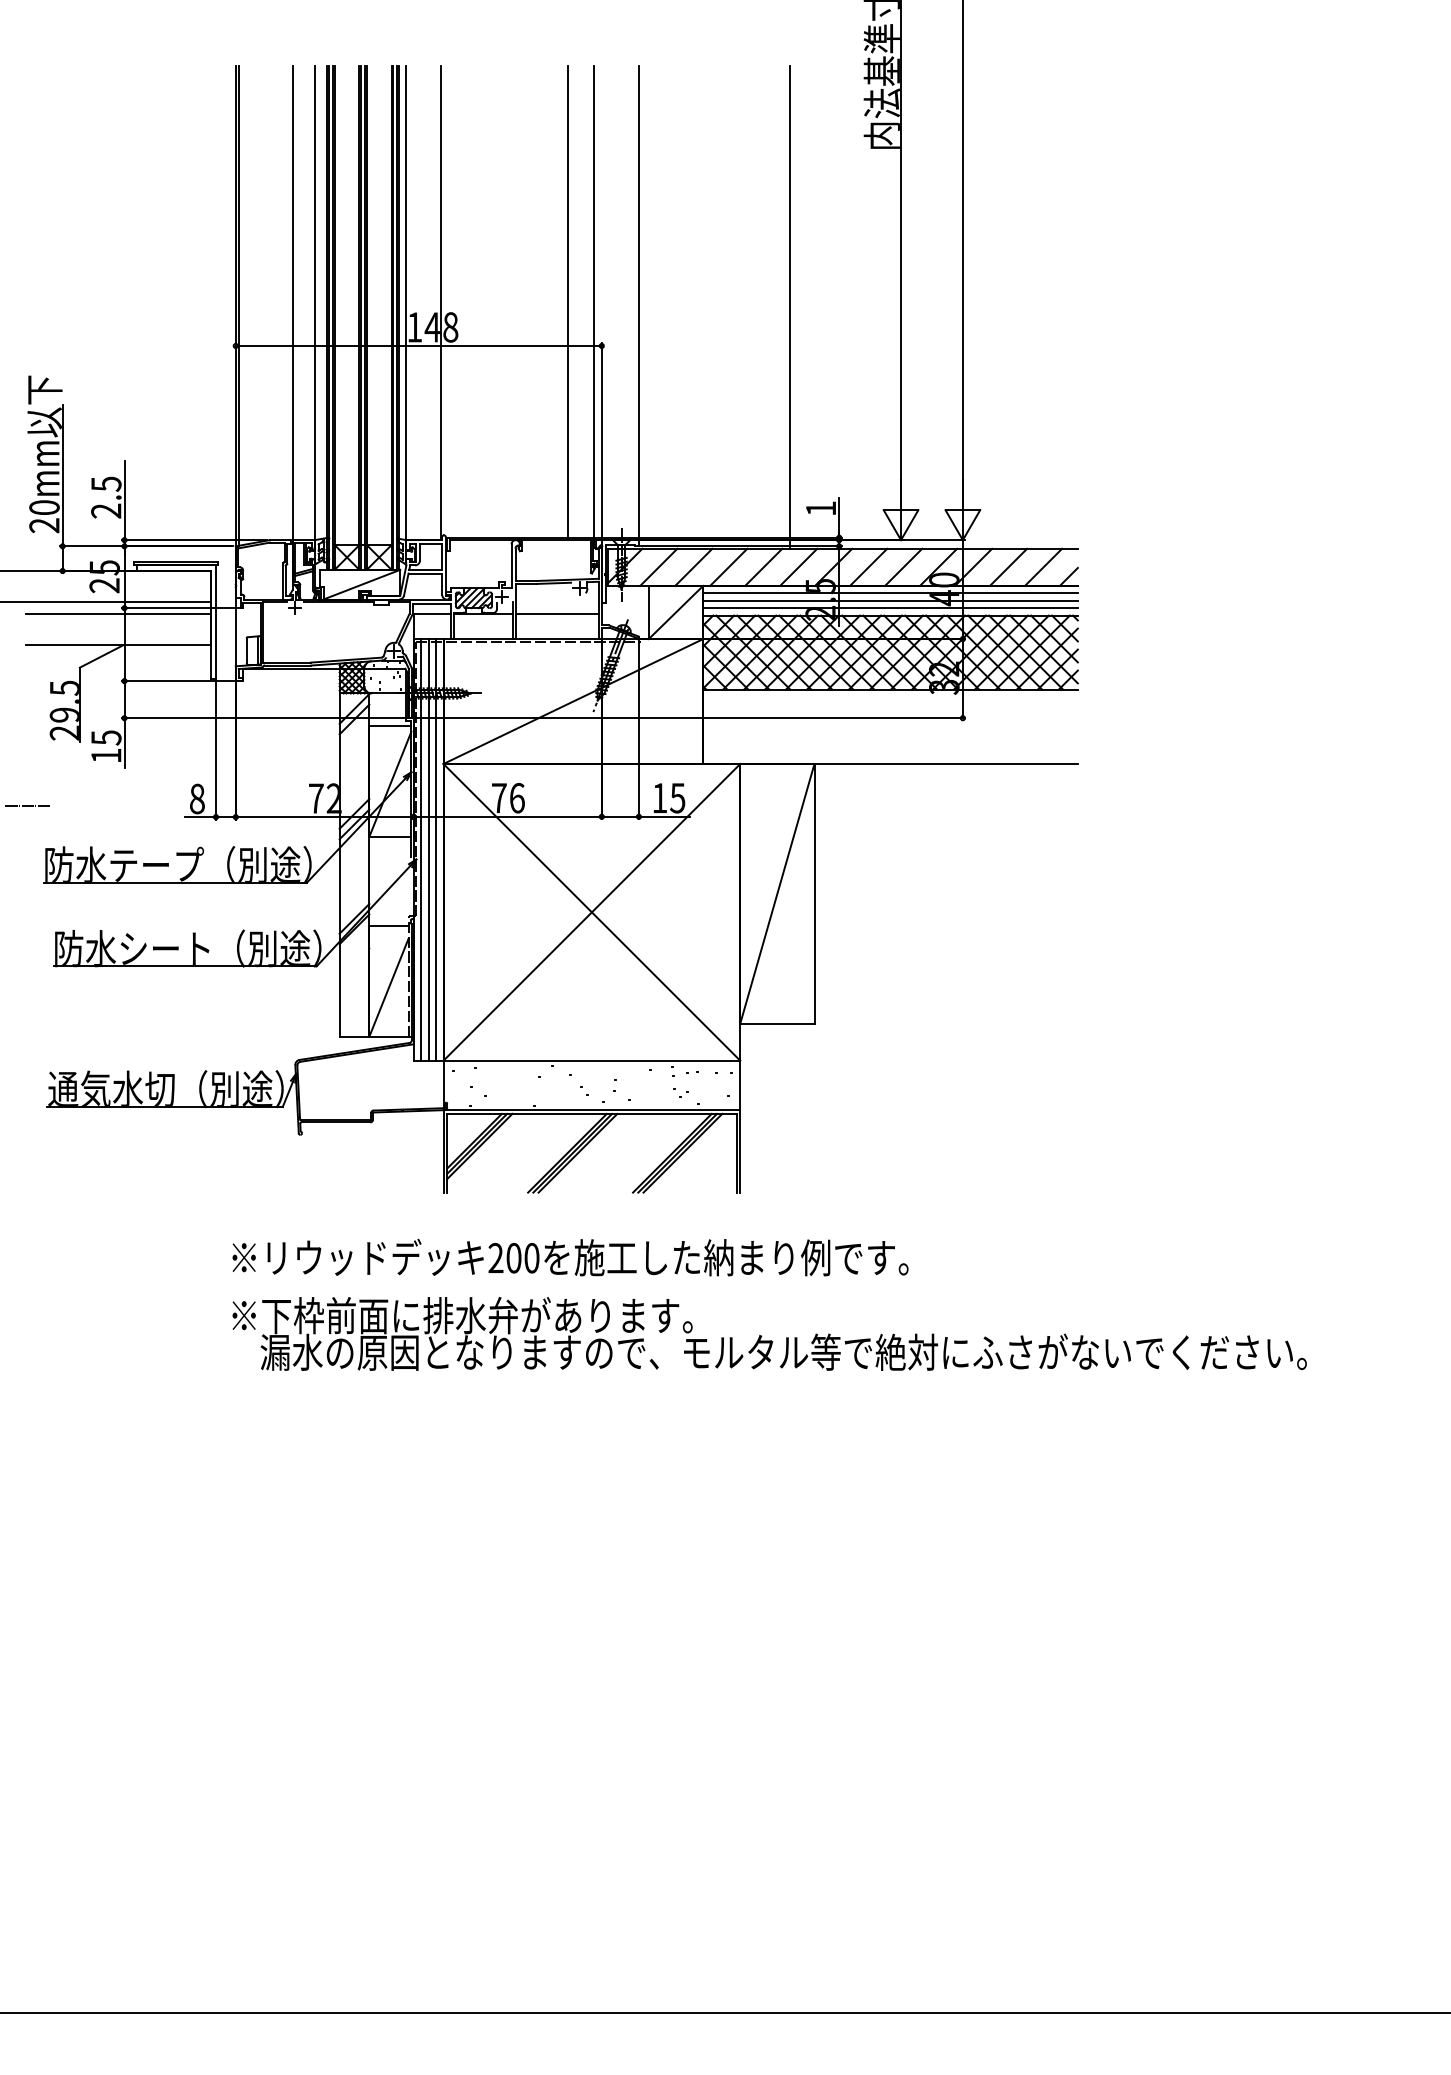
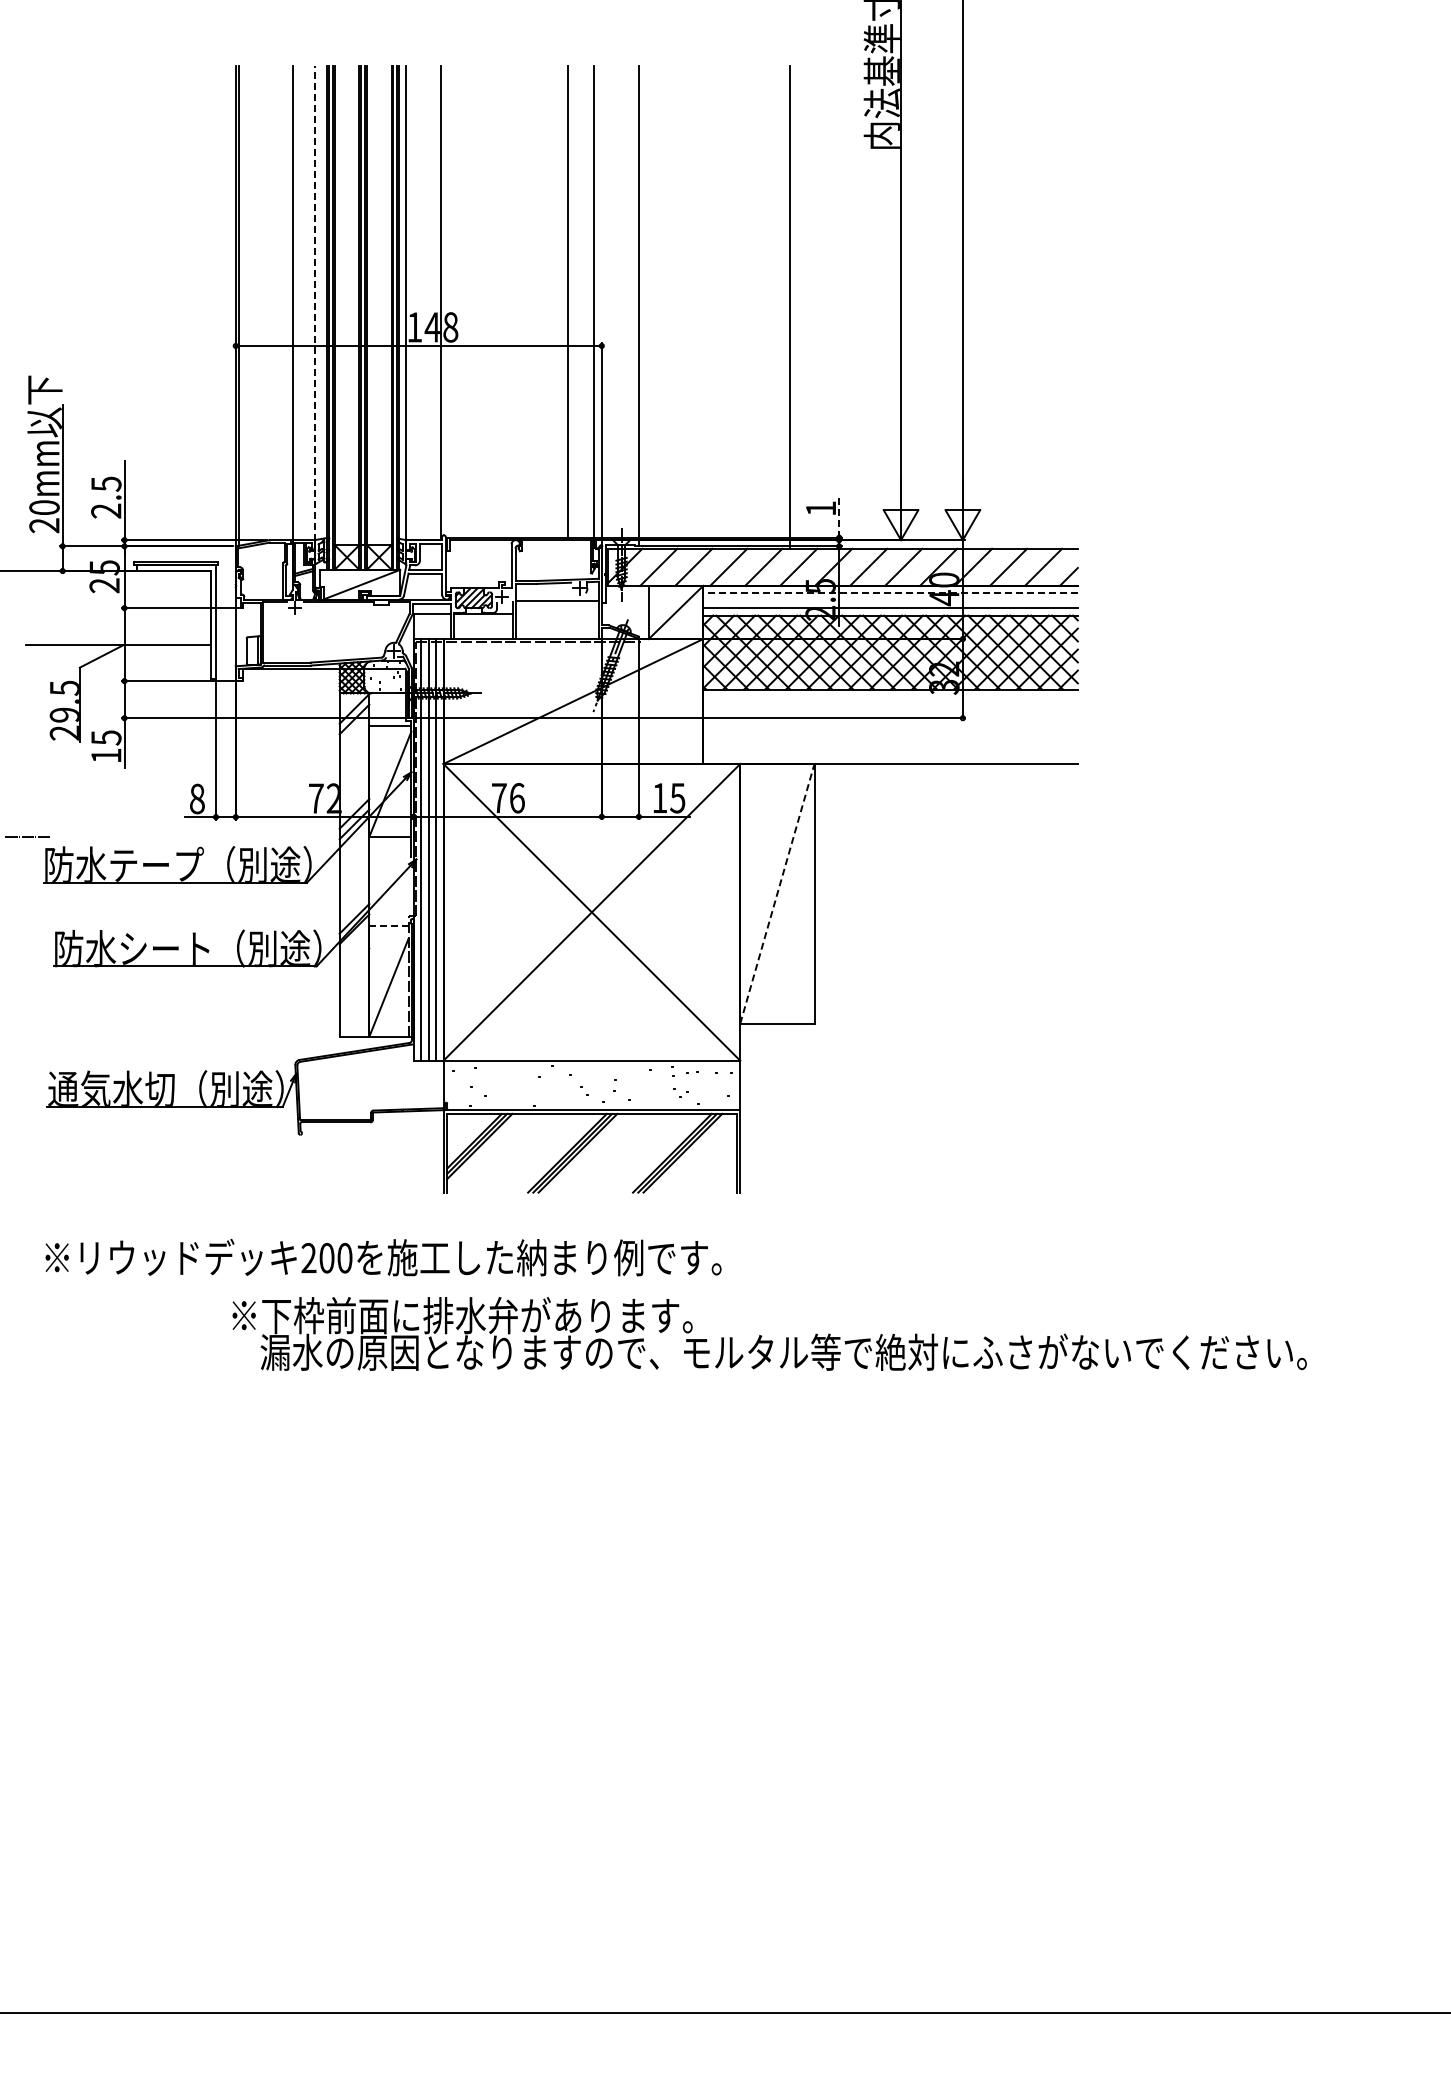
line at (314, 302): solid -> dashed
line at (839, 518): solid -> dashed
line at (890, 593): solid -> dashed
line at (890, 600): present -> none
line at (106, 601): present -> none
line at (118, 614): present -> none
line at (556, 614) position: (556, 614) -> (556, 601)
line at (27, 805) position: (27, 805) -> (27, 836)
line at (777, 893): solid -> dashed
line at (388, 925): solid -> dashed
text at (570, 1257) position: (570, 1257) -> (383, 1257)
